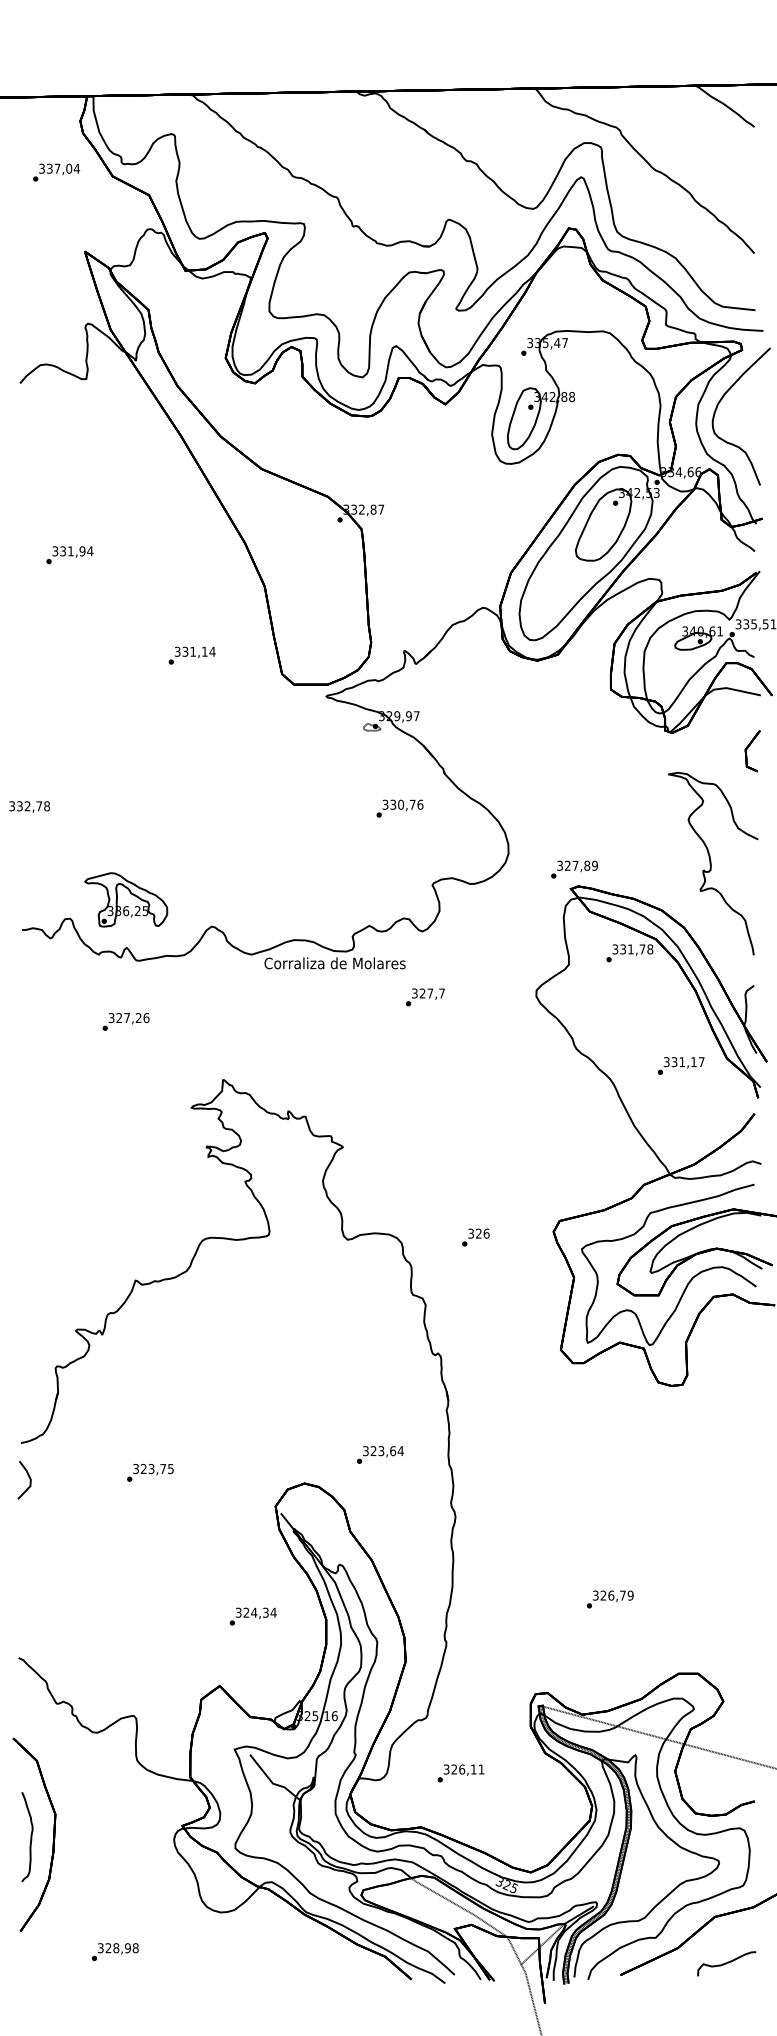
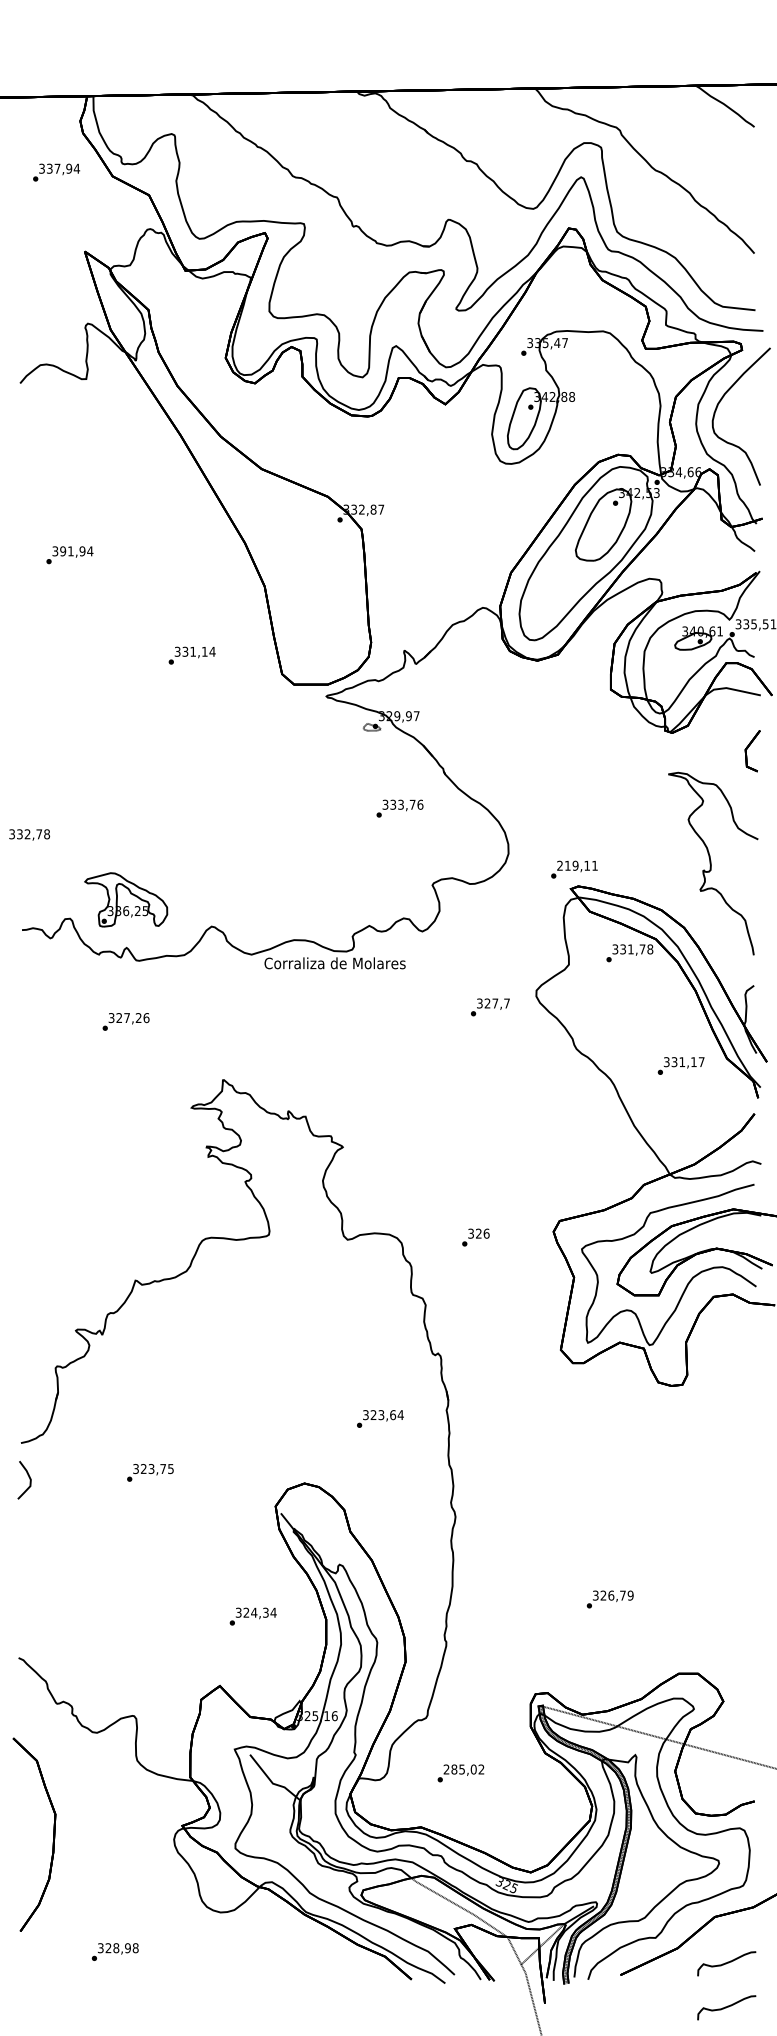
text at (68, 168): 337,04 -> 337,94
text at (63, 551): 331,94 -> 391,94
text at (401, 804): 330,76 -> 333,76
text at (29, 806) position: (29, 806) -> (29, 834)
text at (577, 865): 327,89 -> 219,11
text at (425, 997) position: (425, 997) -> (490, 1007)
text at (380, 1454) position: (380, 1454) -> (380, 1418)
text at (463, 1769): 326,11 -> 285,02
curve at (30, 1837): present -> none
curve at (726, 2007): none -> present
